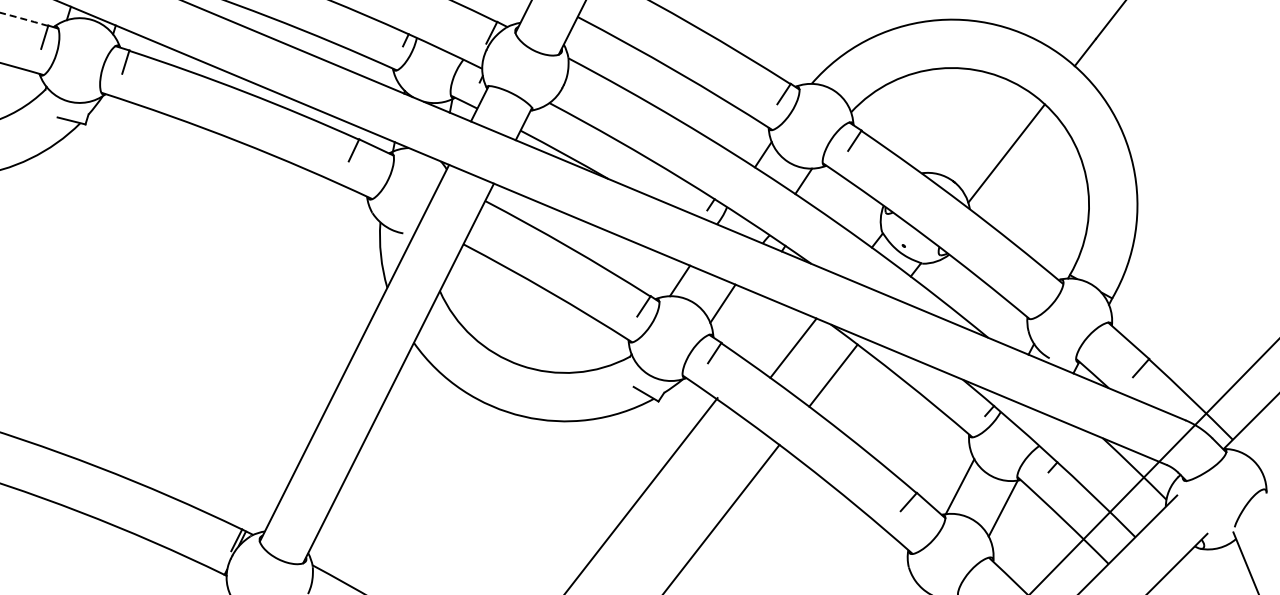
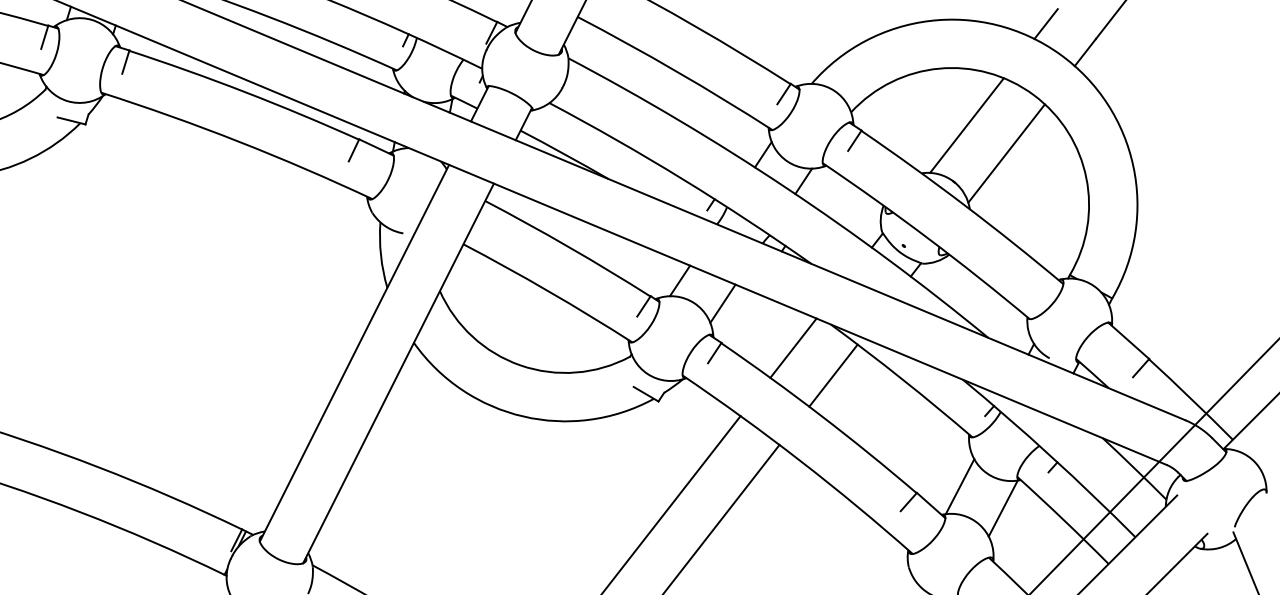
arc at (24, 19): dashed -> solid
line at (1045, 24): none -> present
line at (966, 125): none -> present
line at (641, 494) position: (641, 494) -> (671, 503)
